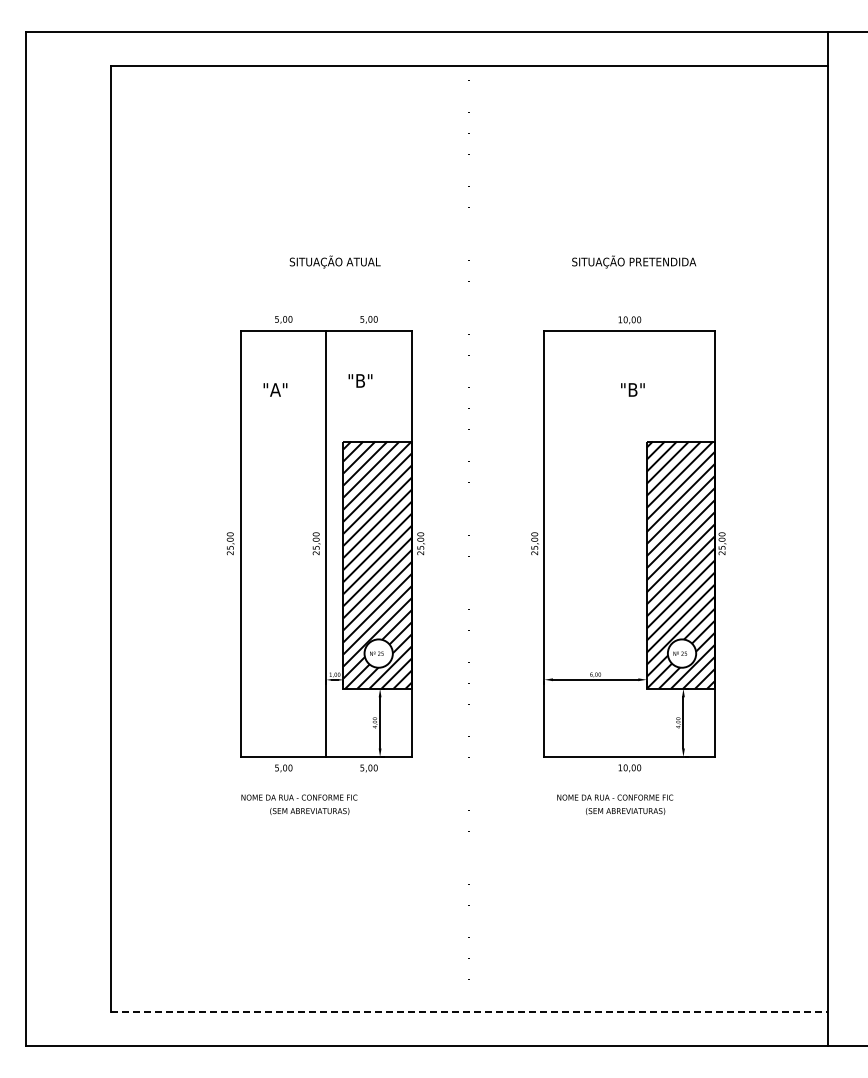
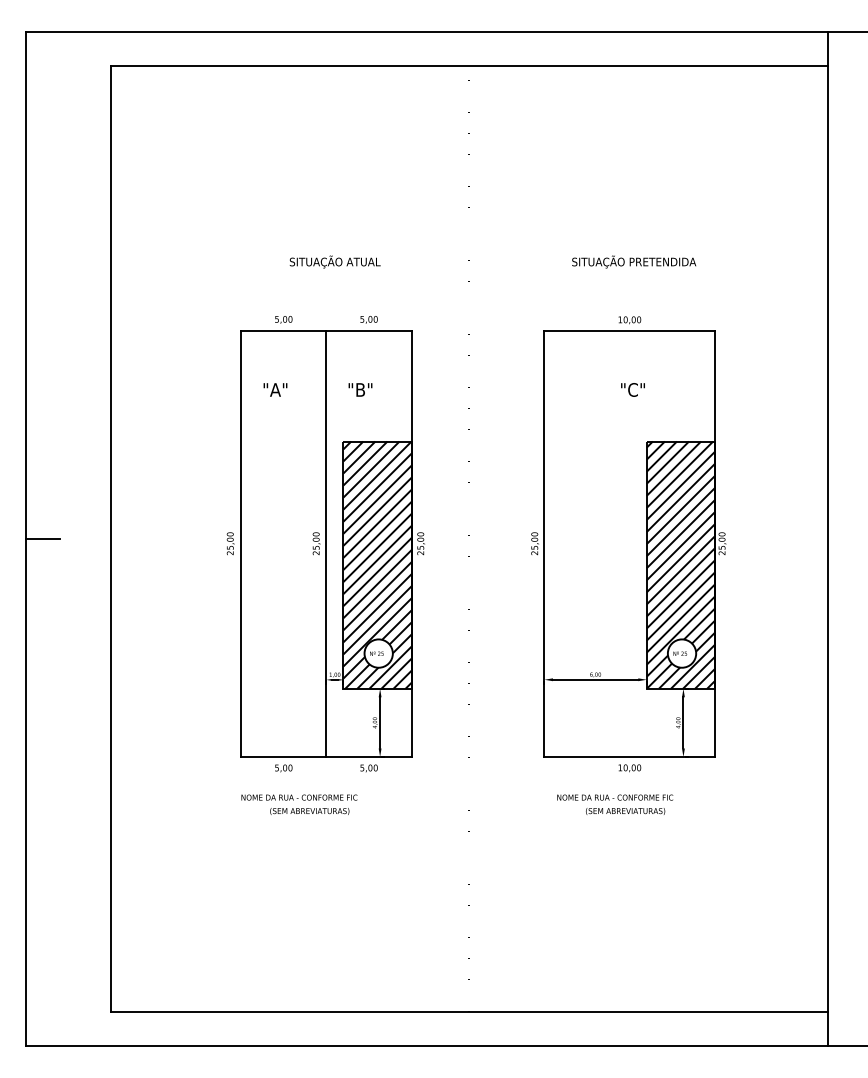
text at (360, 380) position: (360, 380) -> (360, 389)
text at (636, 389): "B" -> "C"
line at (42, 538): none -> present
line at (469, 1011): dashed -> solid
